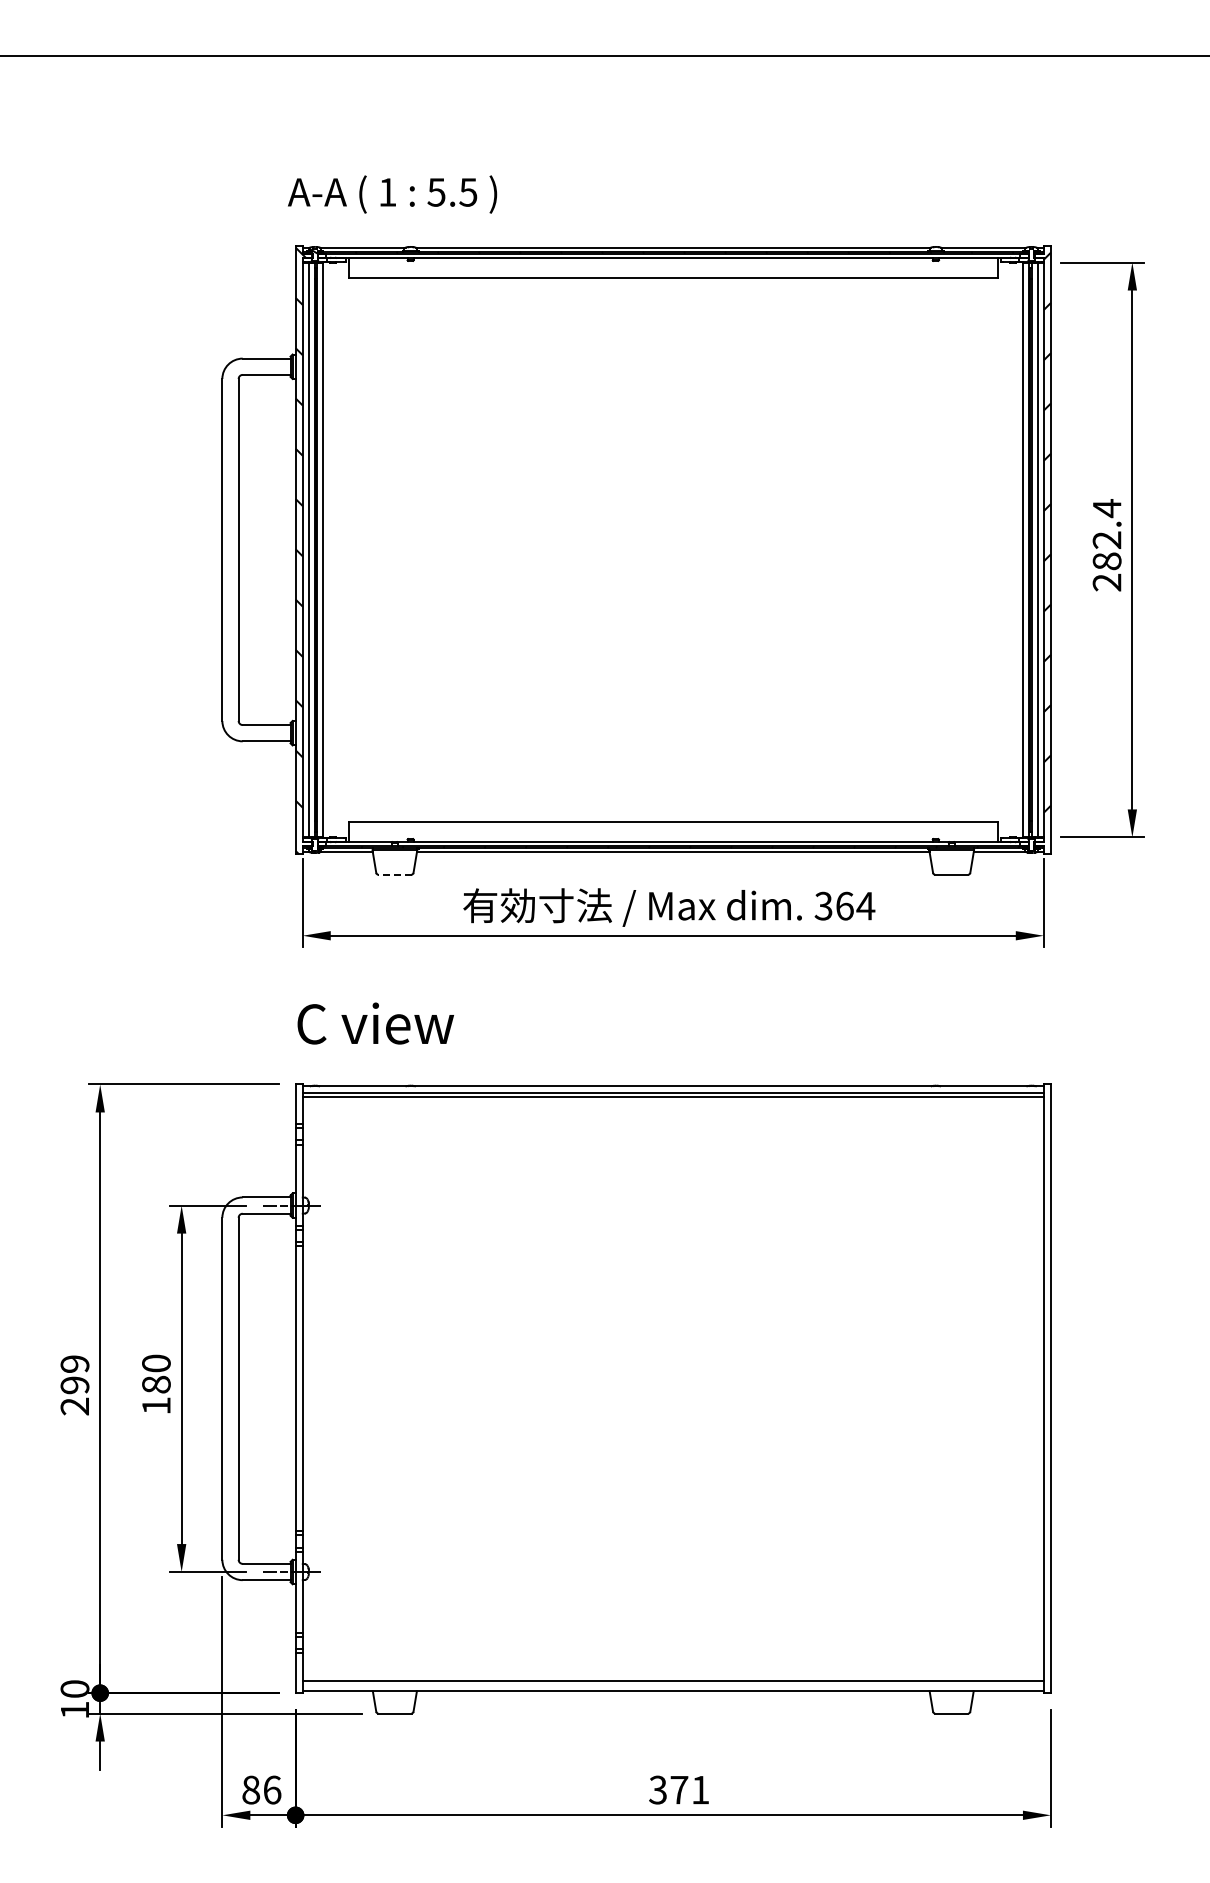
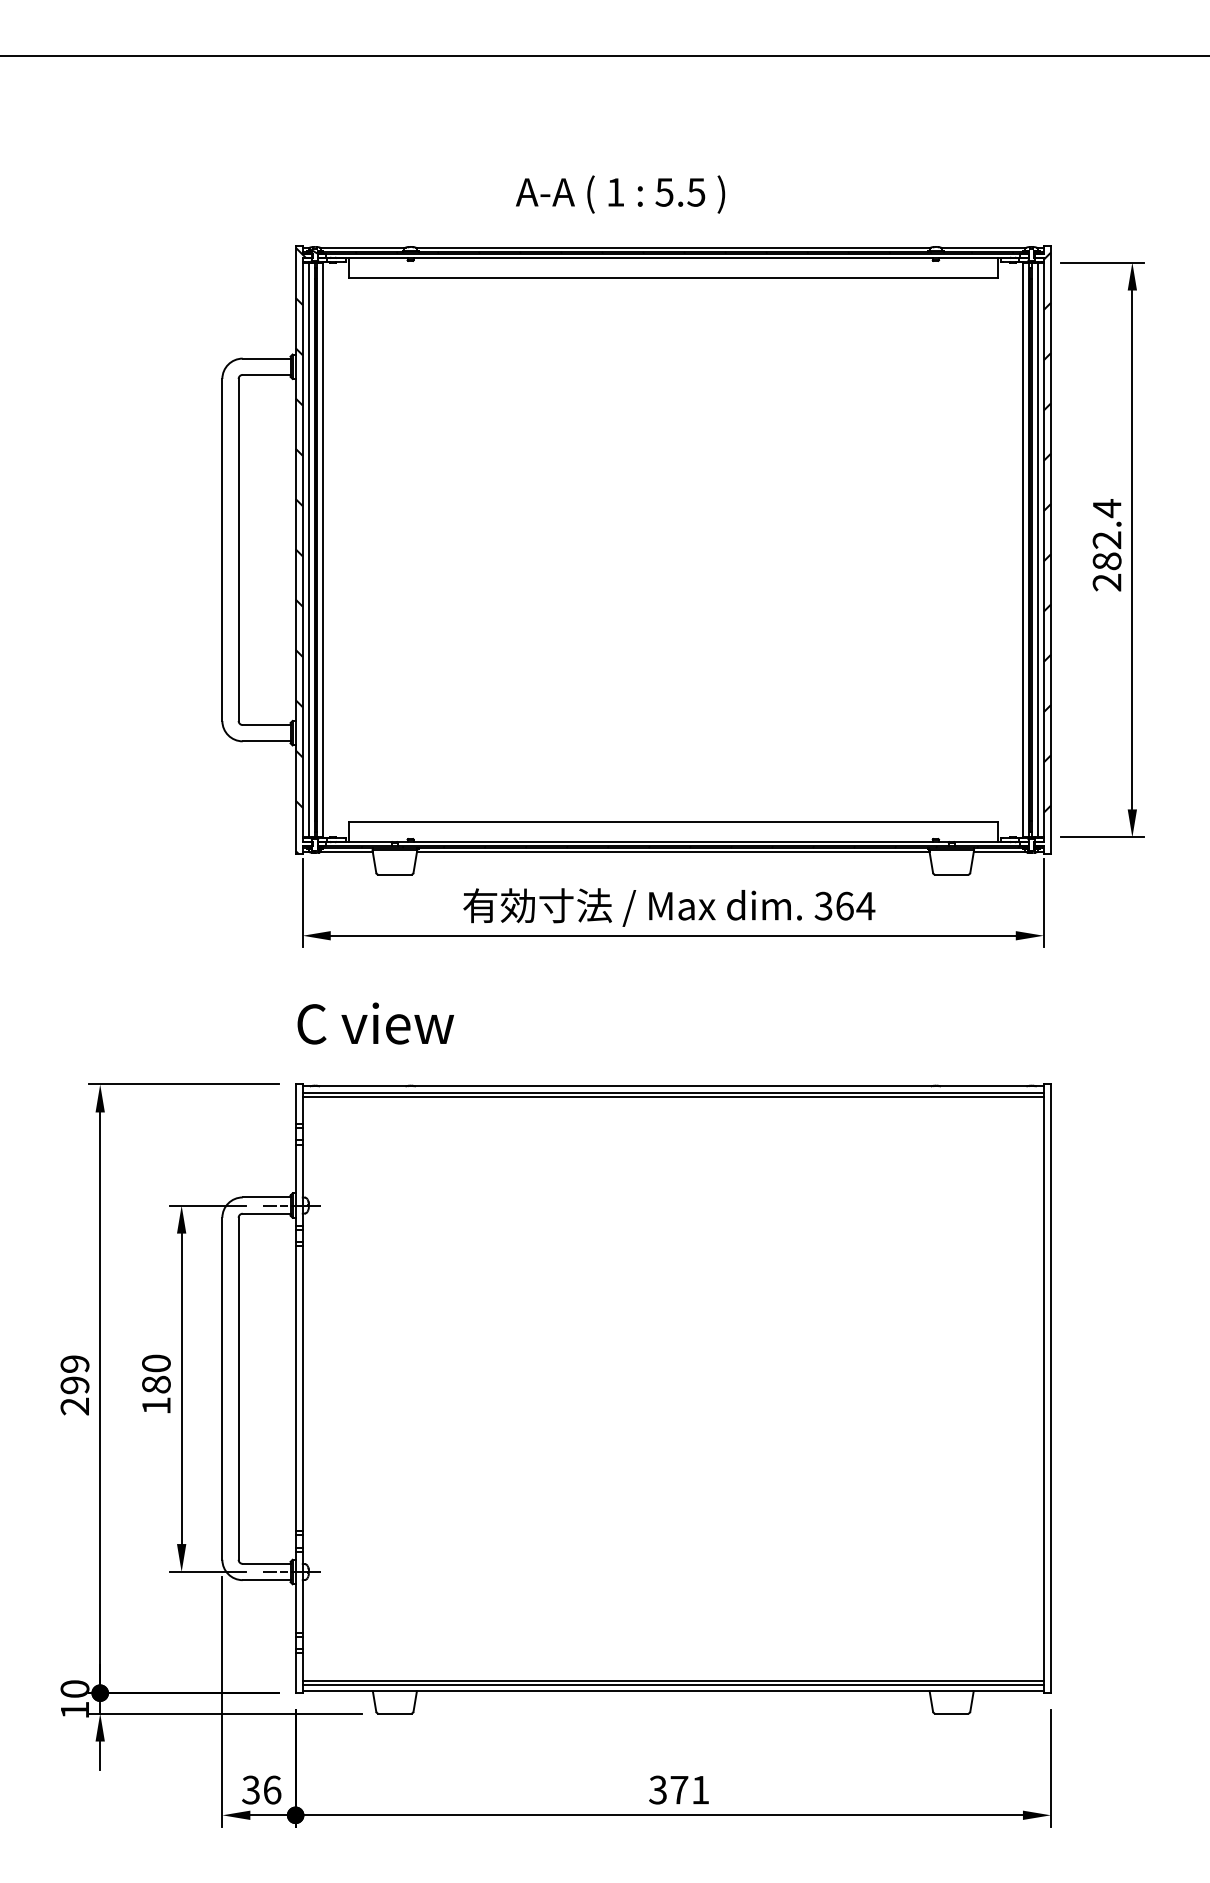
text at (392, 194) position: (392, 194) -> (620, 194)
line at (394, 874): dashed -> solid
line at (672, 1685): none -> present
text at (251, 1789): 86 -> 36
